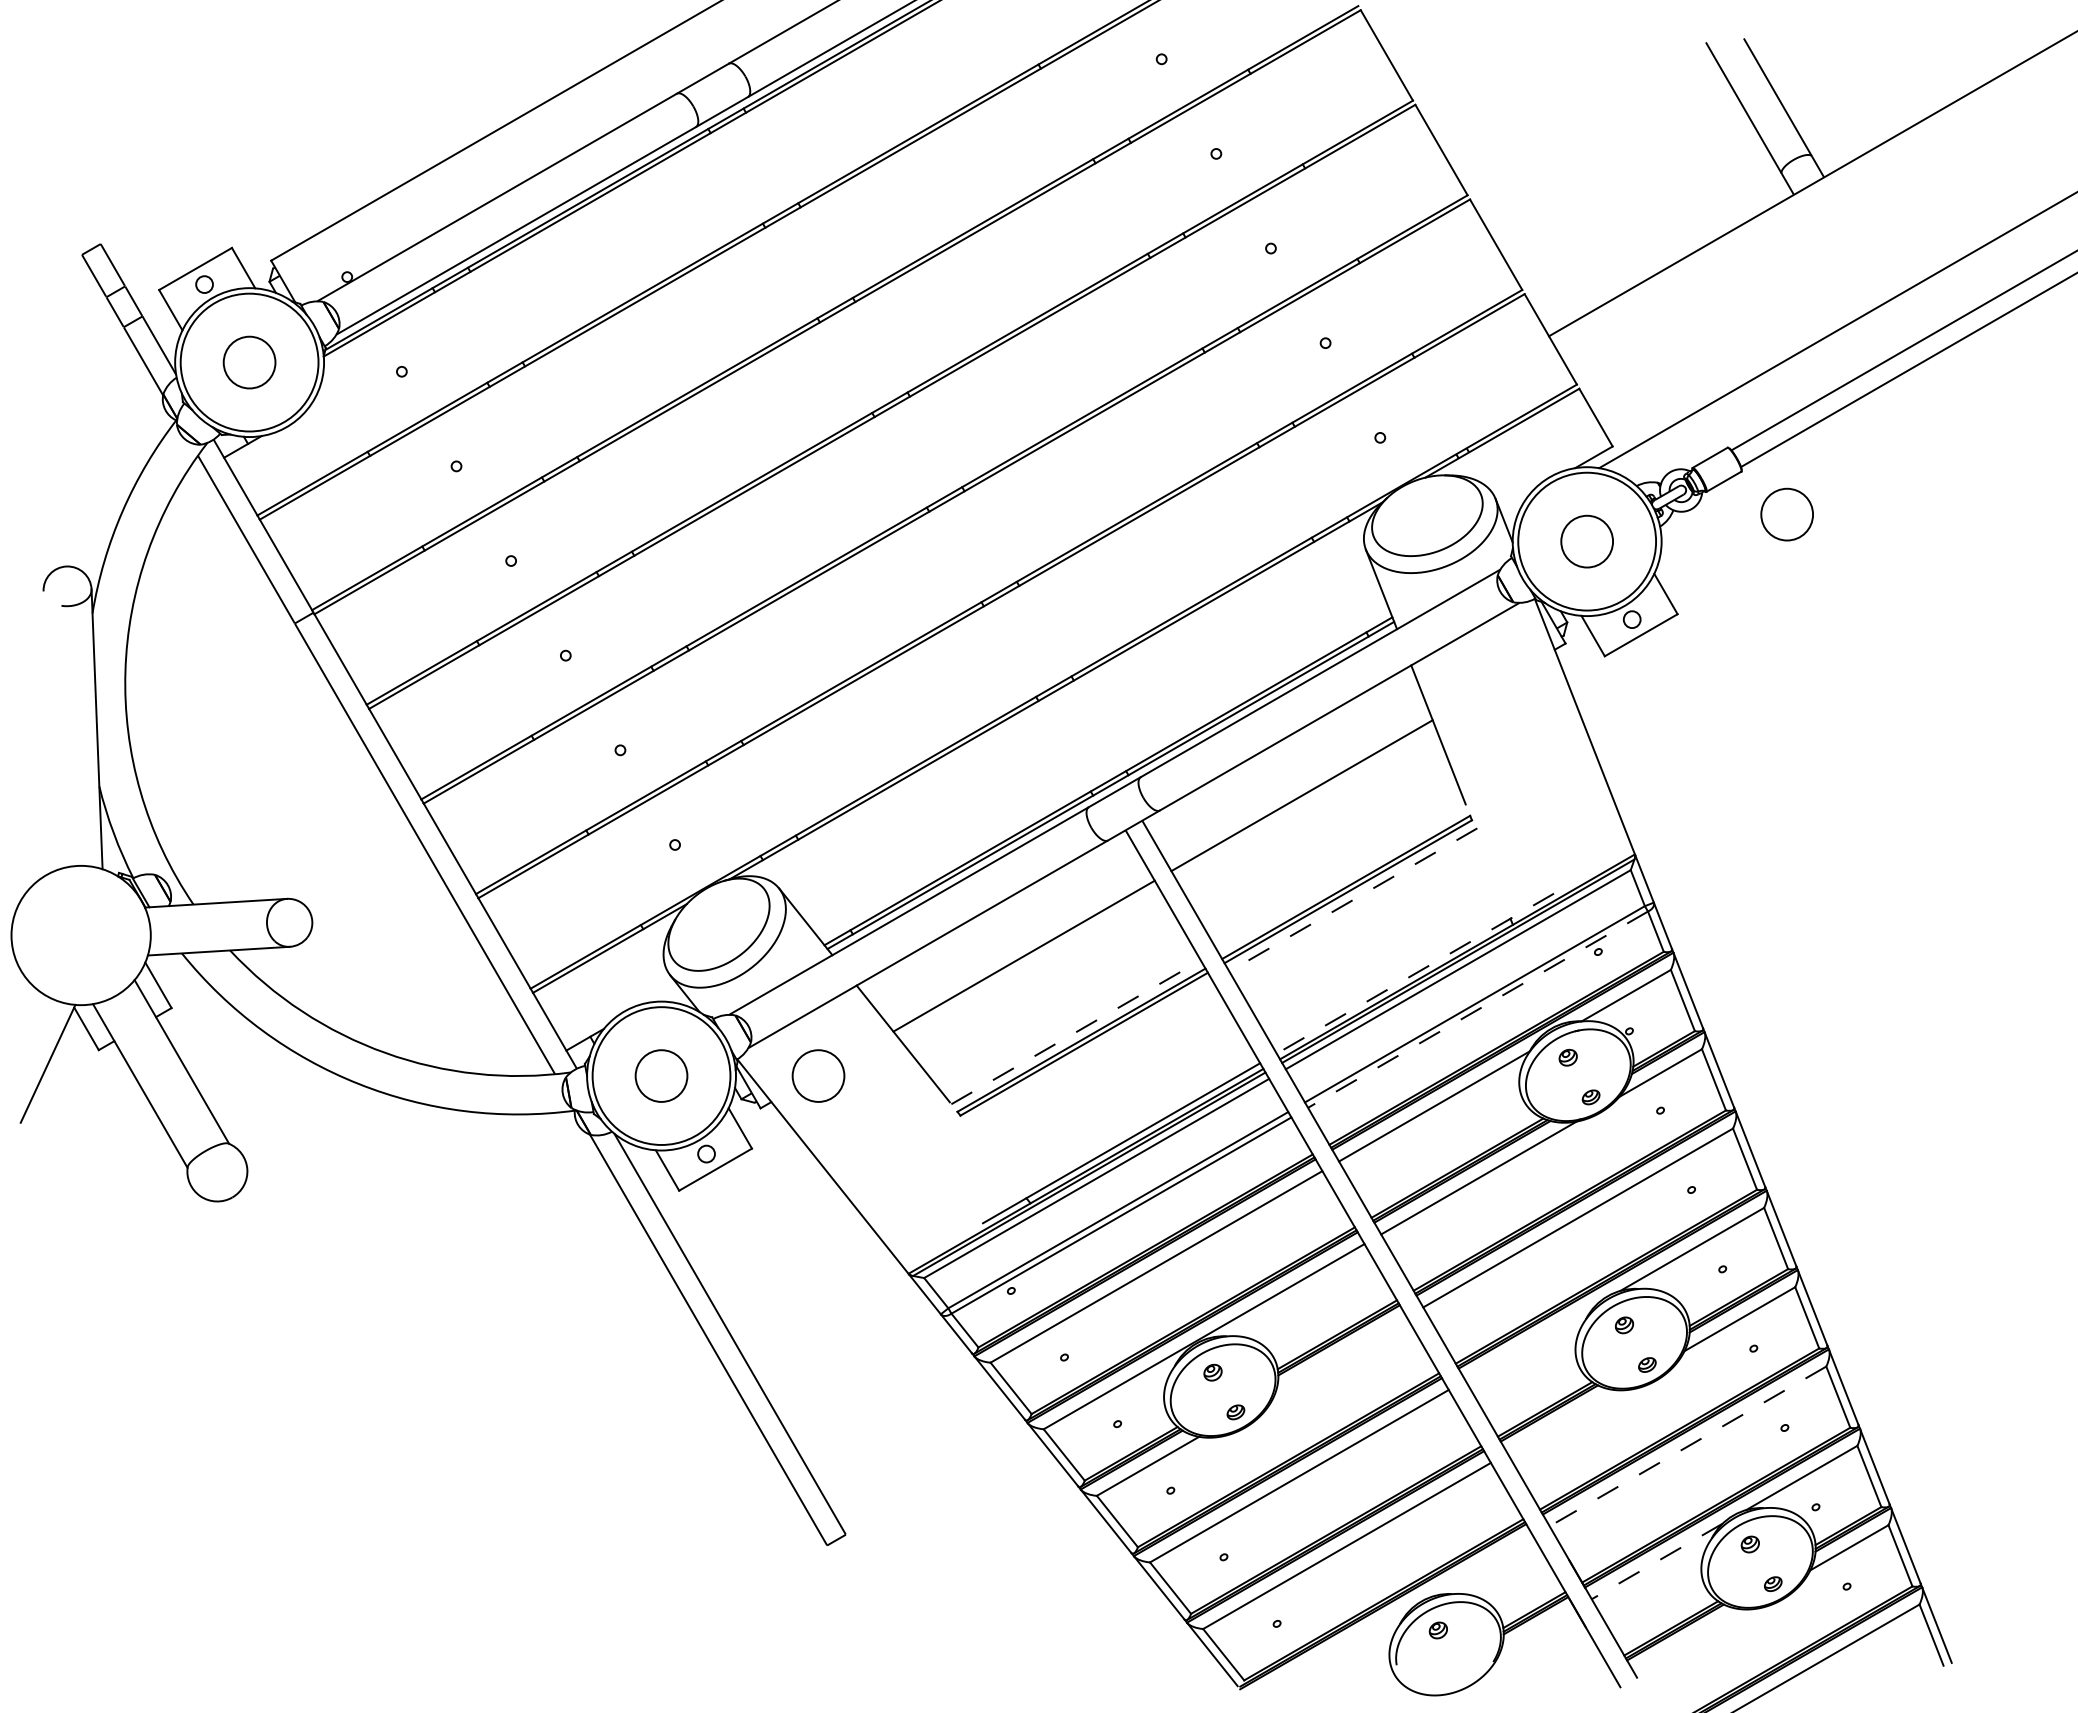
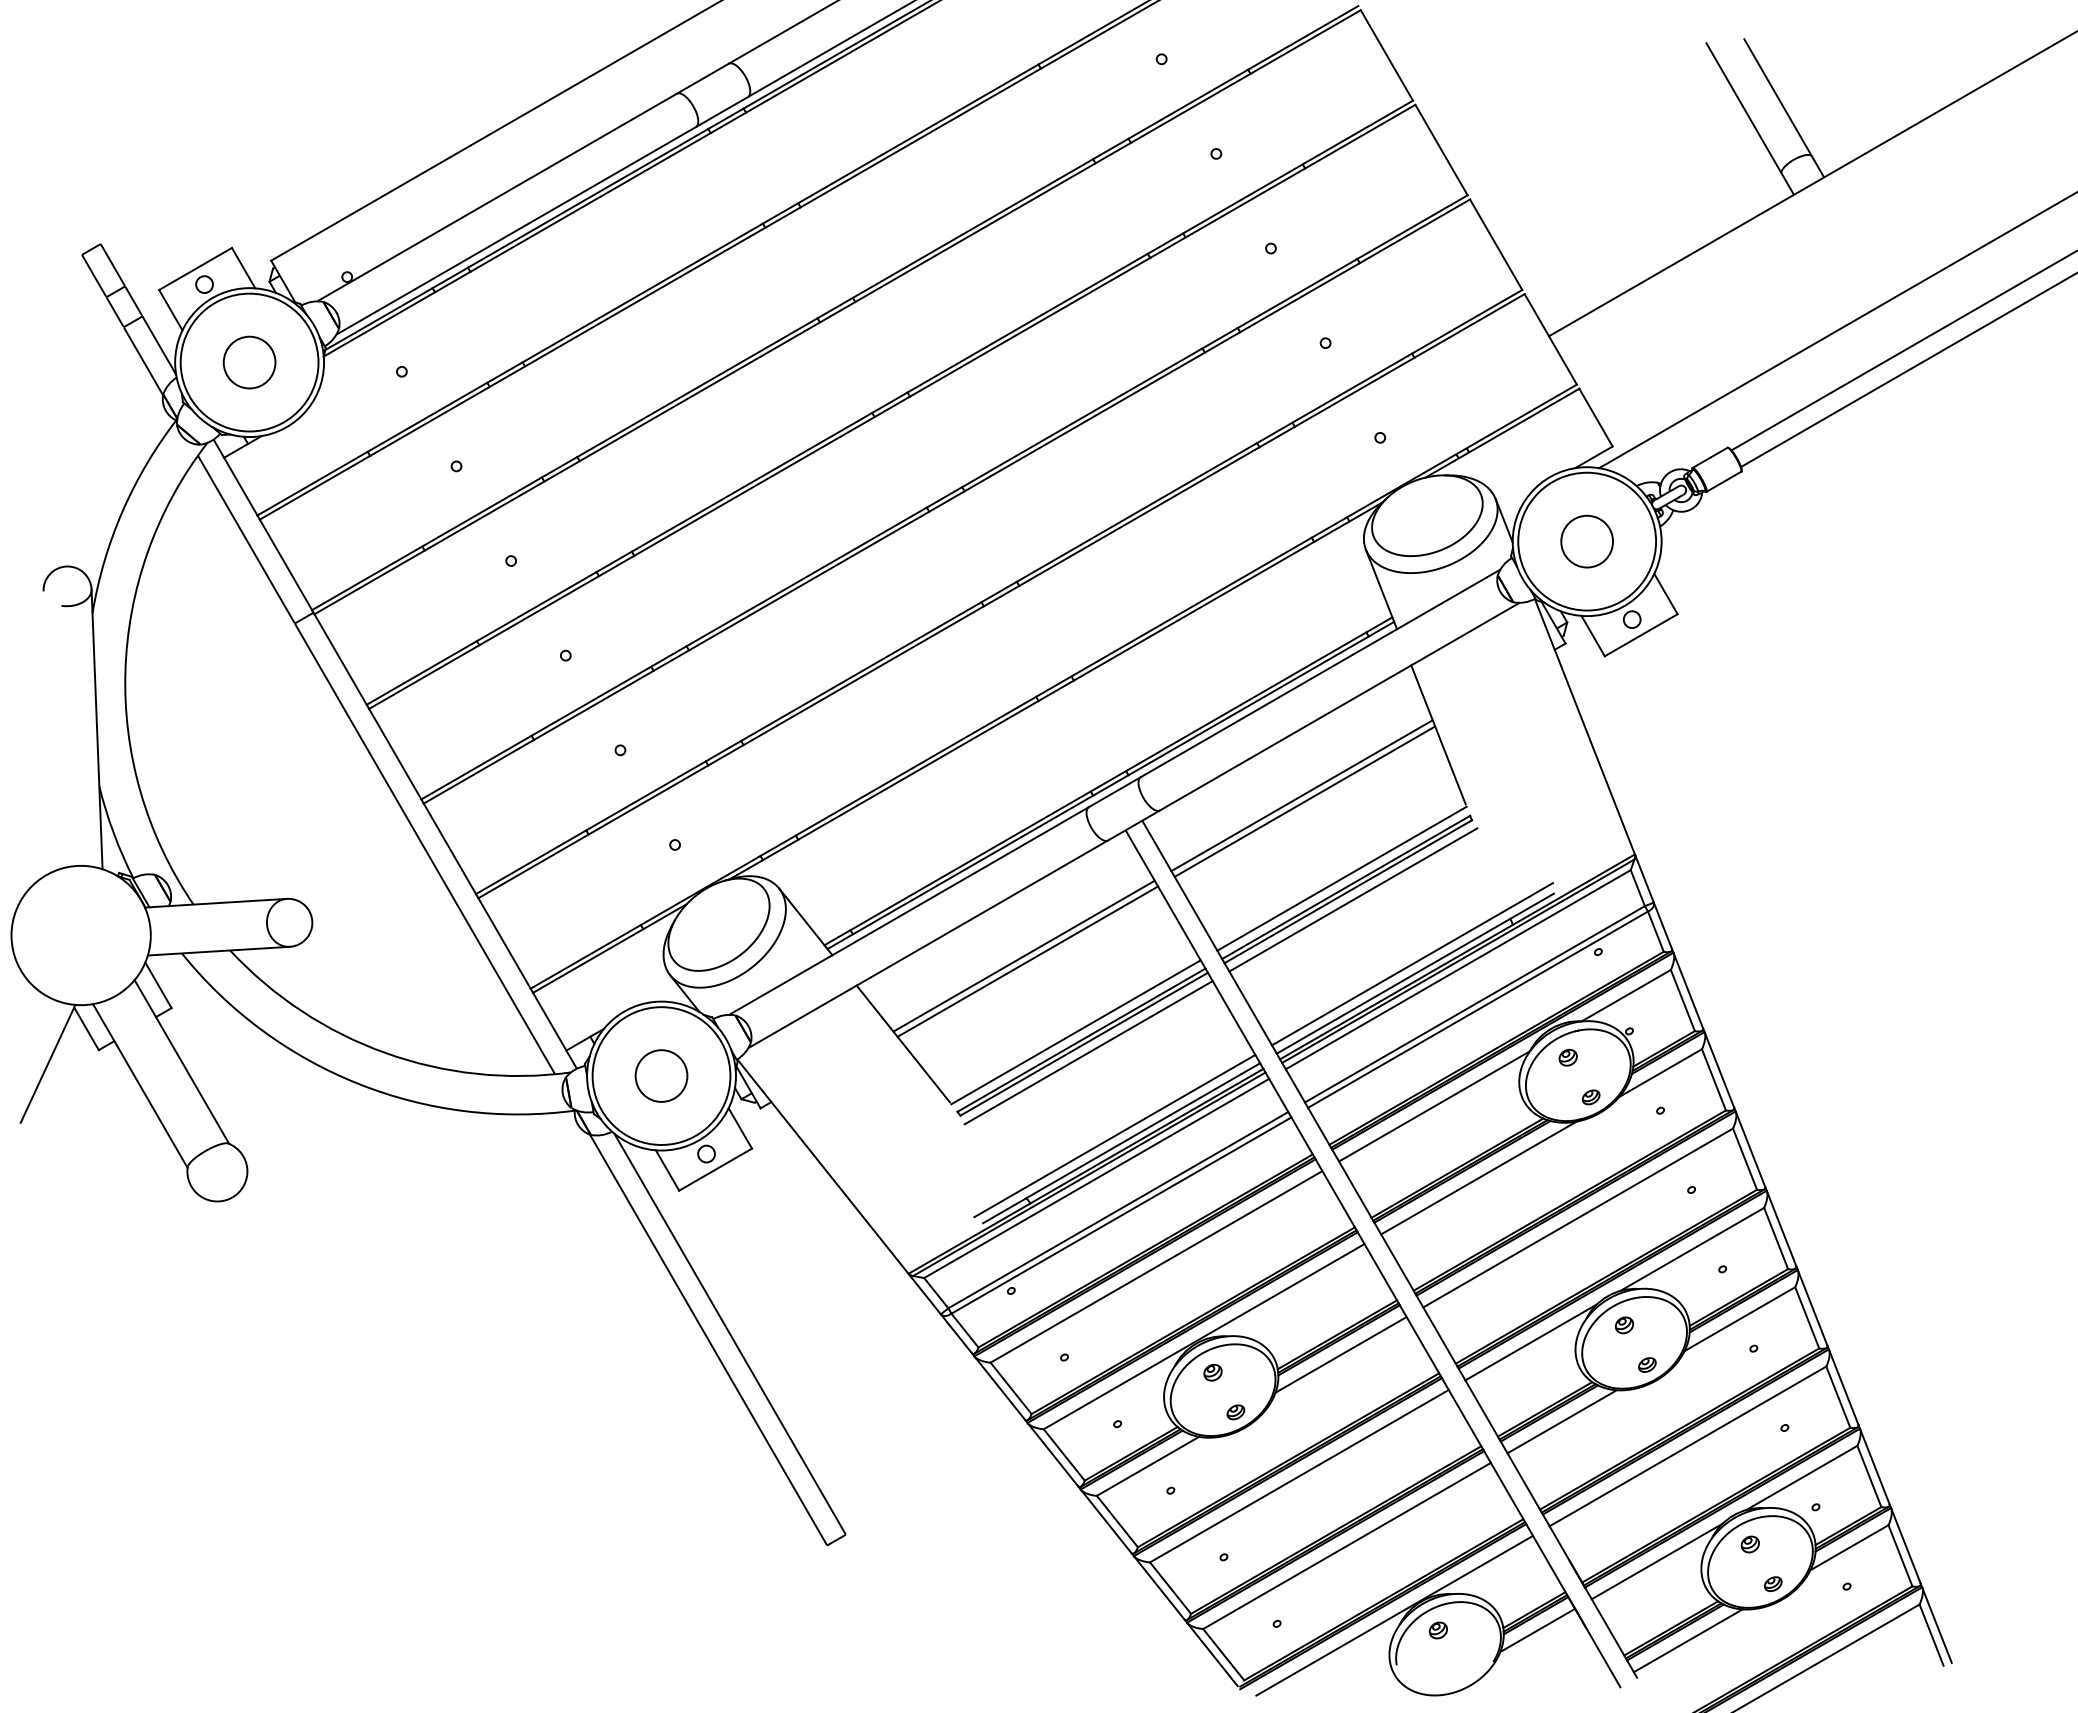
circle at (1786, 514): present -> none
line at (1304, 801): none -> present
line at (1341, 878): none -> present
line at (1352, 900): dashed -> solid
line at (1027, 961): none -> present
line at (1412, 964): none -> present
line at (1414, 973): dashed -> solid
line at (1477, 1009): dashed -> solid
line at (1076, 1032): dashed -> solid
line at (1088, 1052): none -> present
circle at (818, 1075): present -> none
line at (1114, 1135): none -> present
line at (1530, 1342): none -> present
line at (1340, 1354): none -> present
line at (1561, 1421): none -> present
line at (1687, 1446): dashed -> solid
line at (1657, 1561): dashed -> solid
line at (1394, 1615): none -> present
line at (1537, 1630): none -> present
line at (1687, 1640): none -> present
